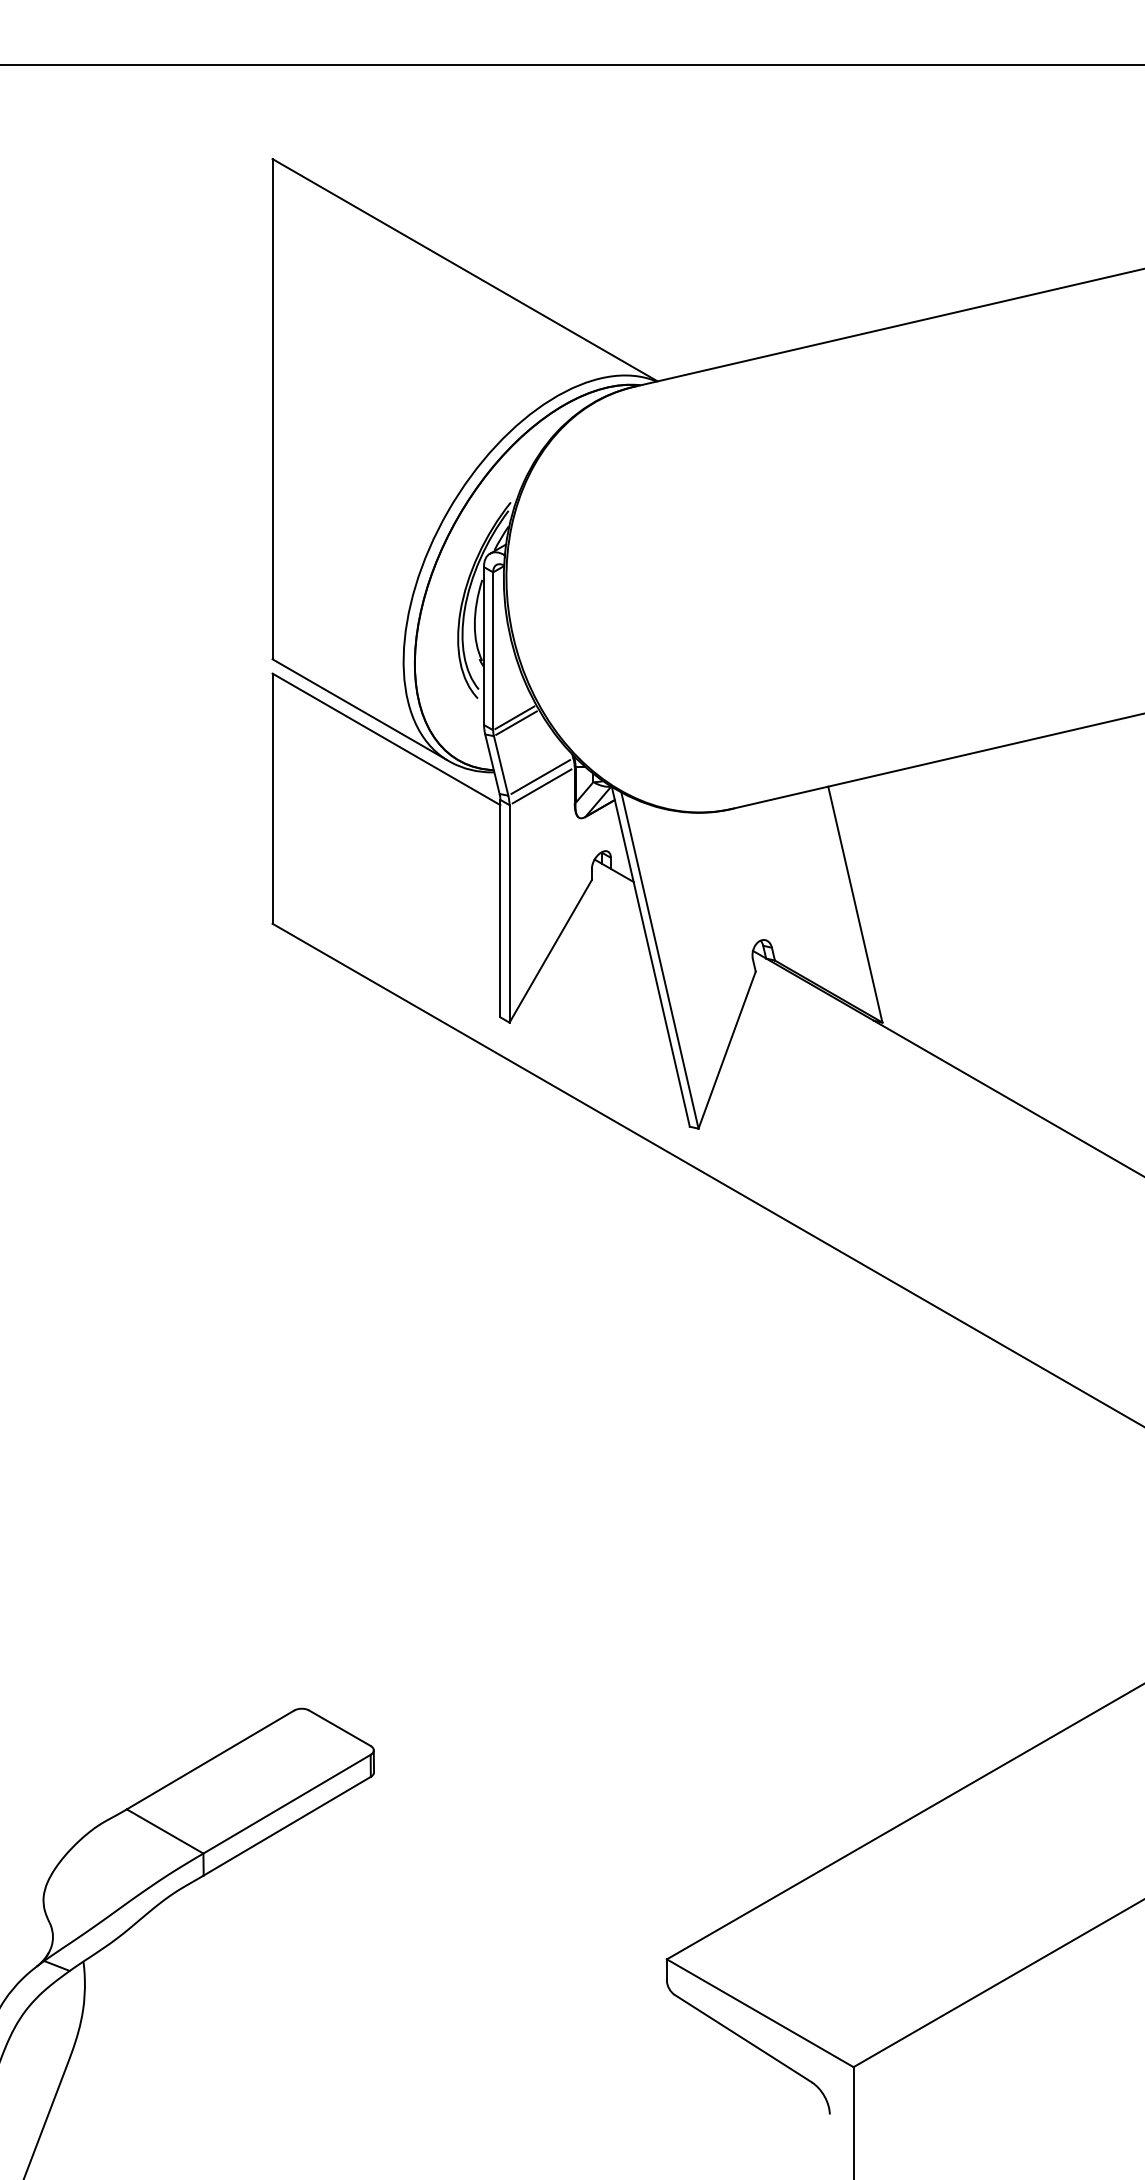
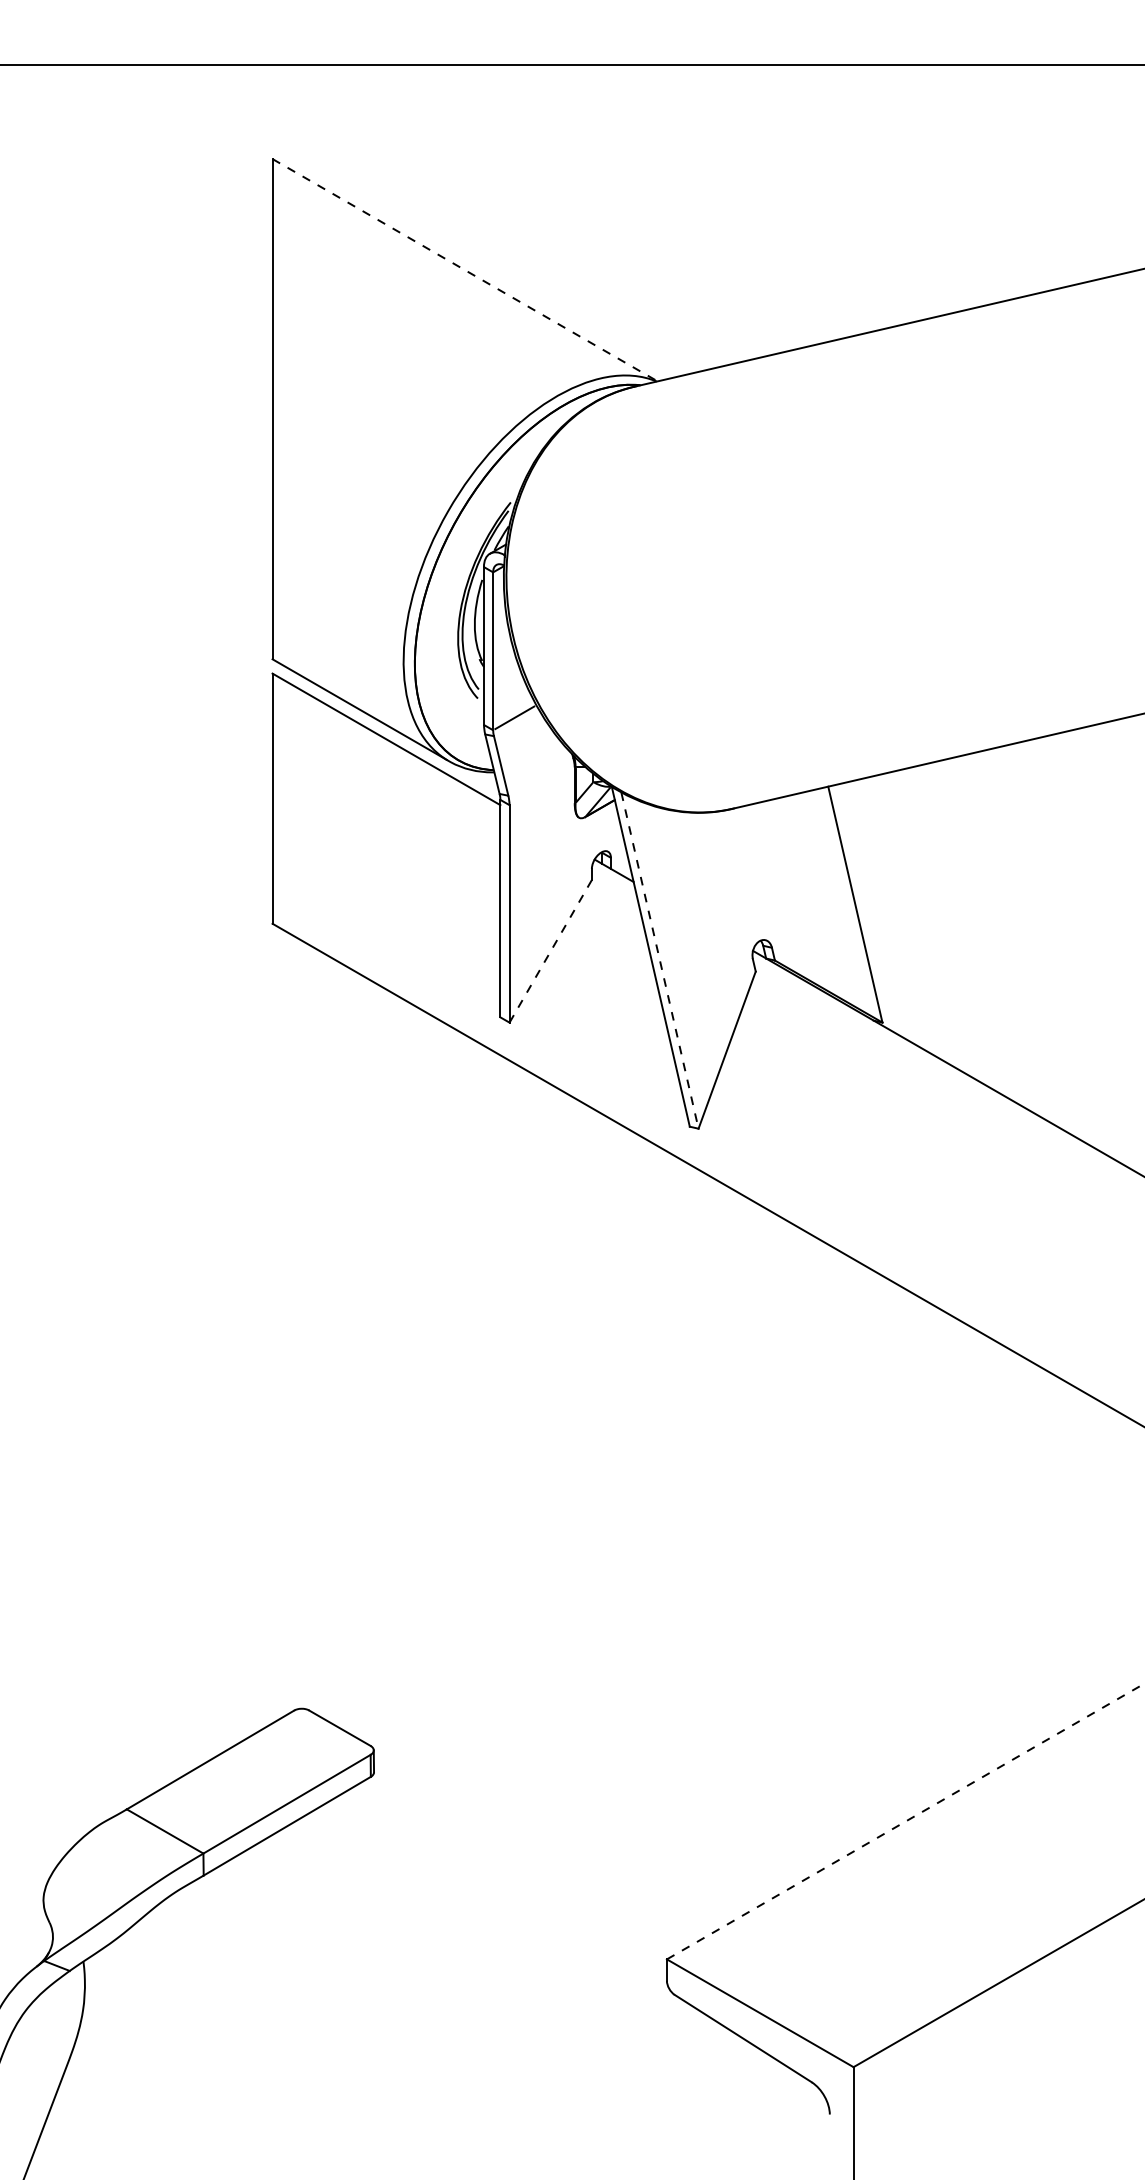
line at (465, 270): solid -> dashed
line at (516, 722): present -> none
line at (540, 776): present -> none
line at (541, 786): present -> none
line at (550, 950): solid -> dashed
line at (660, 961): solid -> dashed
line at (905, 1821): solid -> dashed
